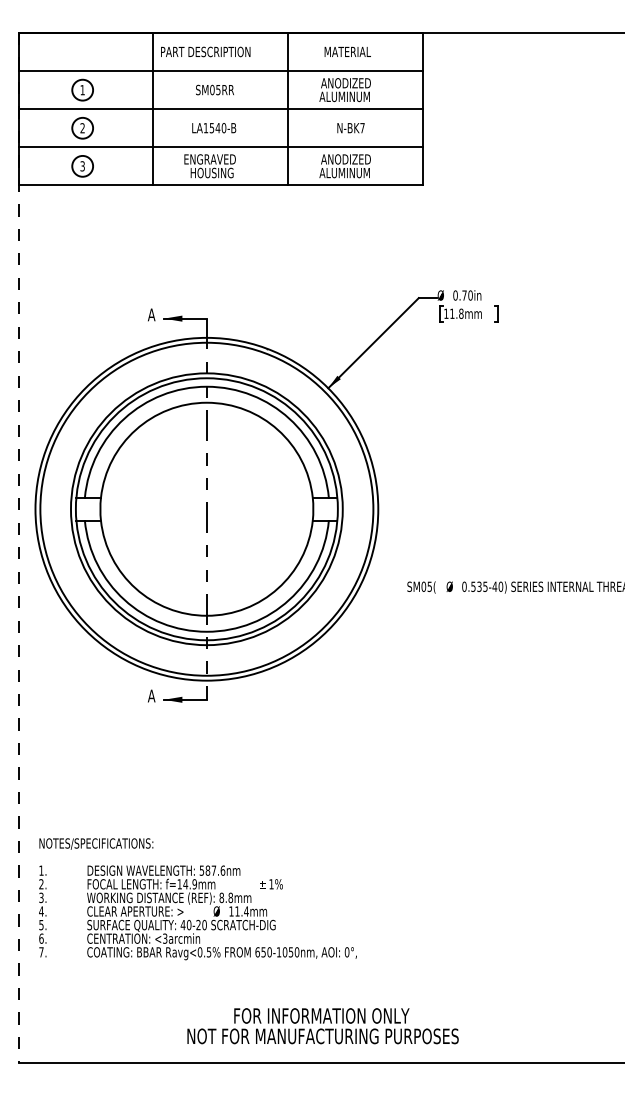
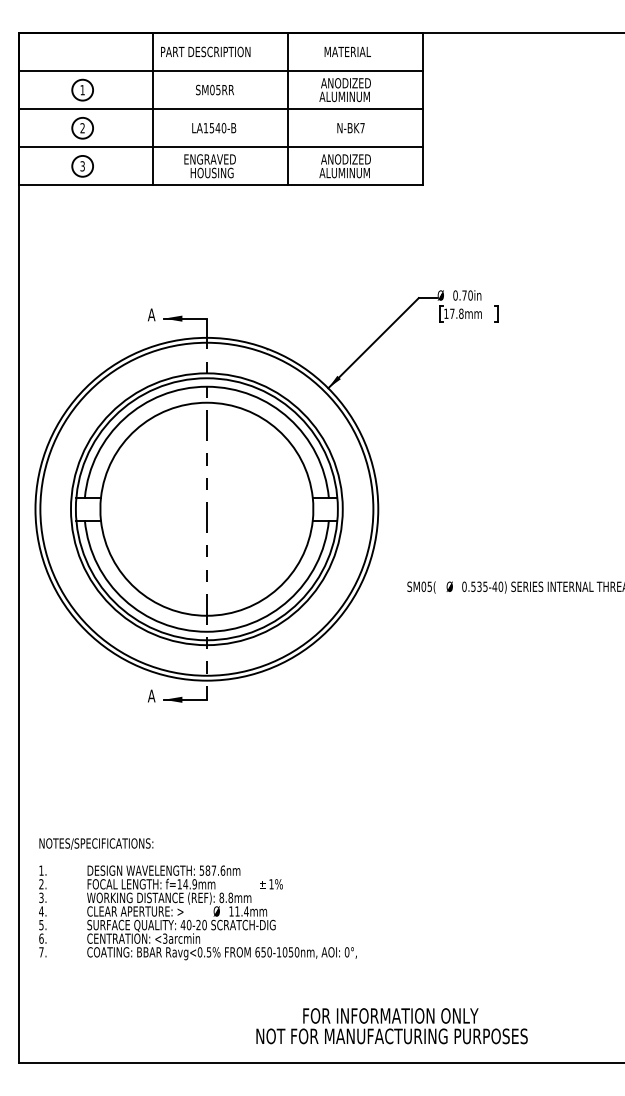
text at (452, 313): 11.8mm -> 17.8mm
line at (18, 548): dashed -> solid
text at (322, 1026) position: (322, 1026) -> (391, 1026)
